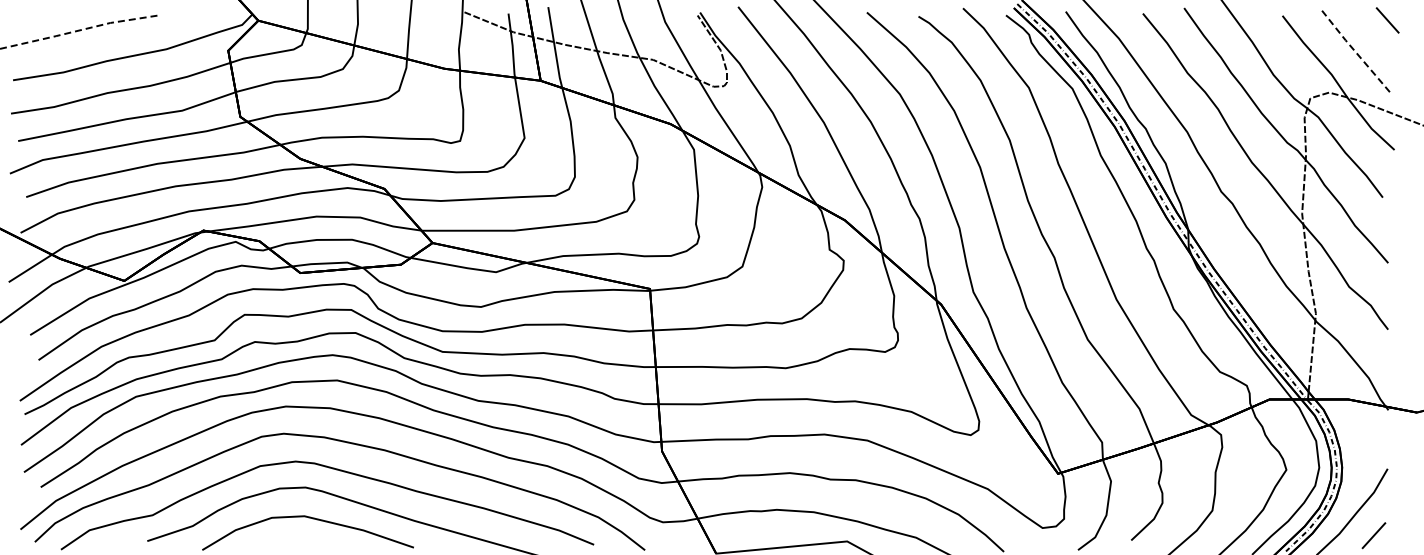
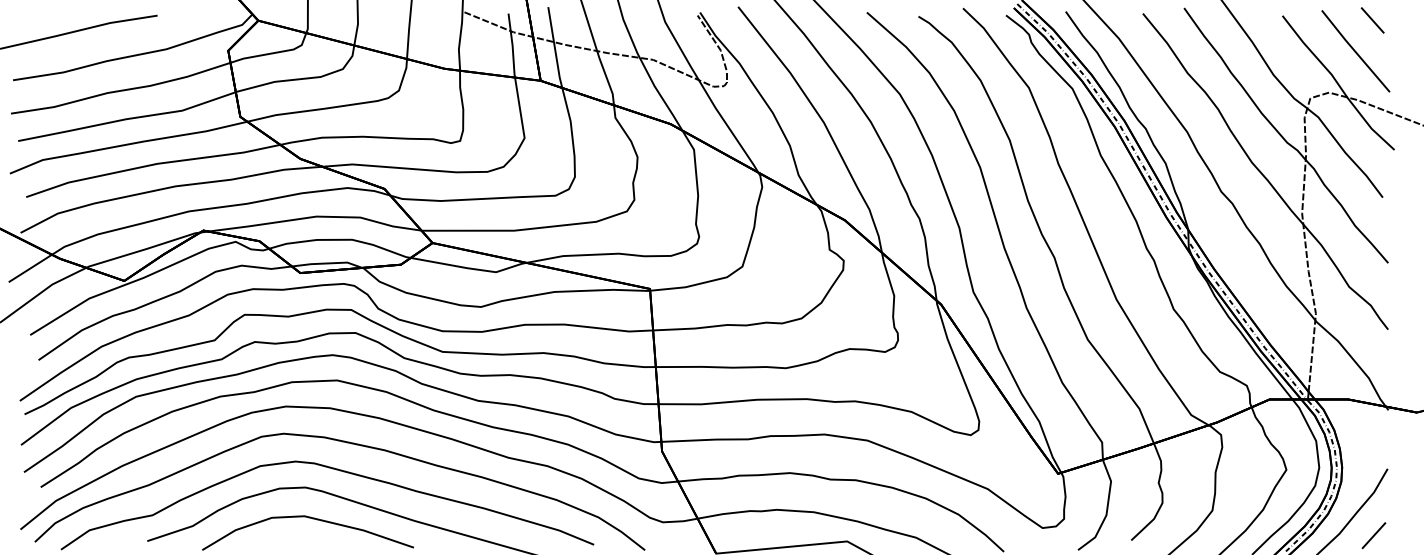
line at (1387, 20) position: (1387, 20) -> (1372, 20)
line at (78, 30): dashed -> solid
line at (1354, 50): dashed -> solid
